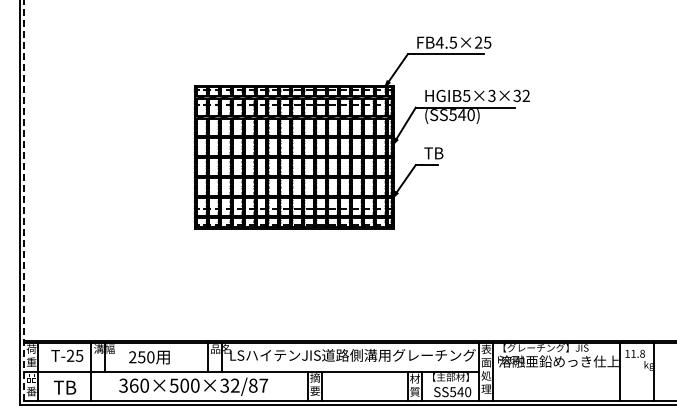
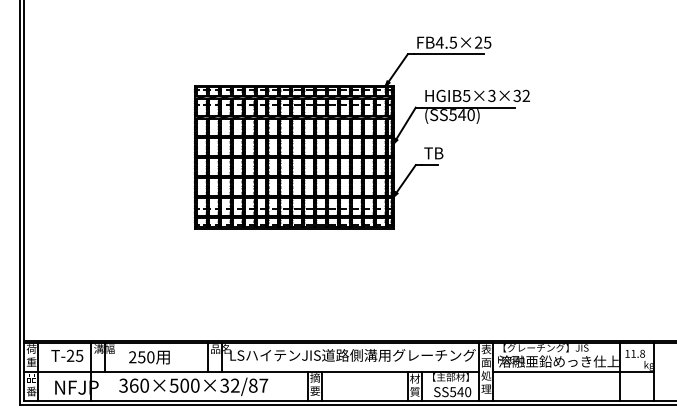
line at (24, 200): dashed -> solid
line at (572, 371): none -> present
text at (75, 387): TB -> NFJP
